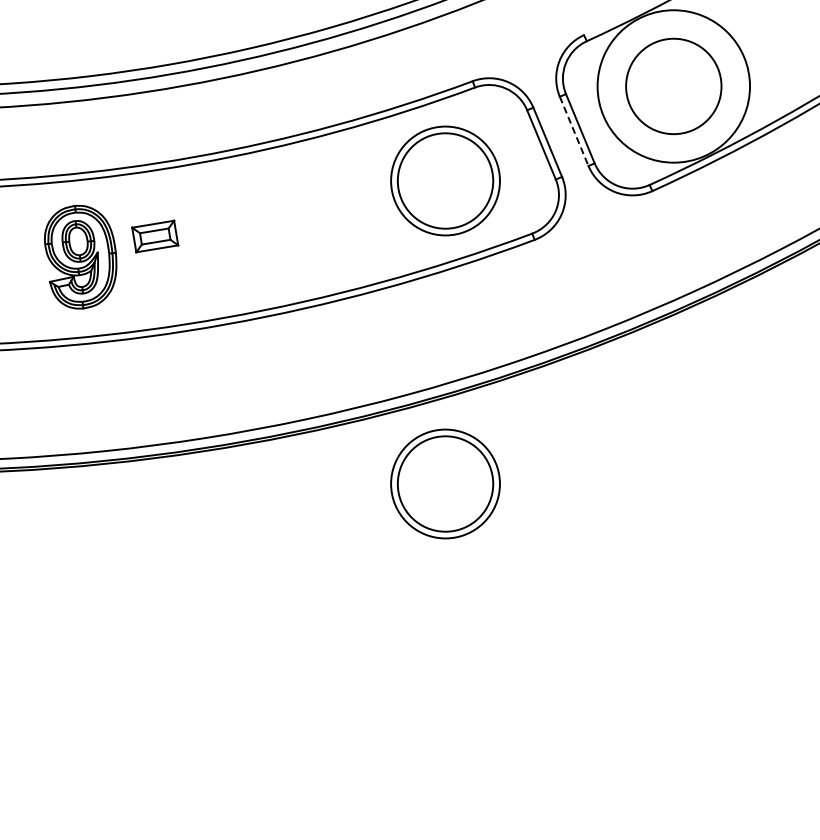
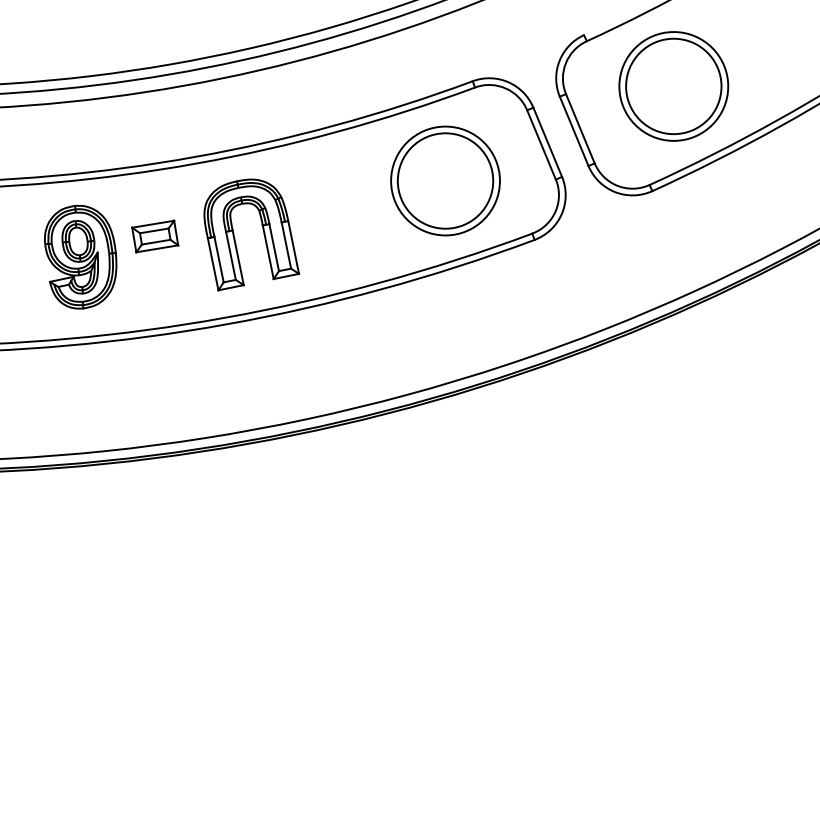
circle at (673, 86) diameter: 152 px -> 109 px
line at (574, 131): dashed -> solid
part at (262, 230): none -> present
part at (445, 483): present -> none
